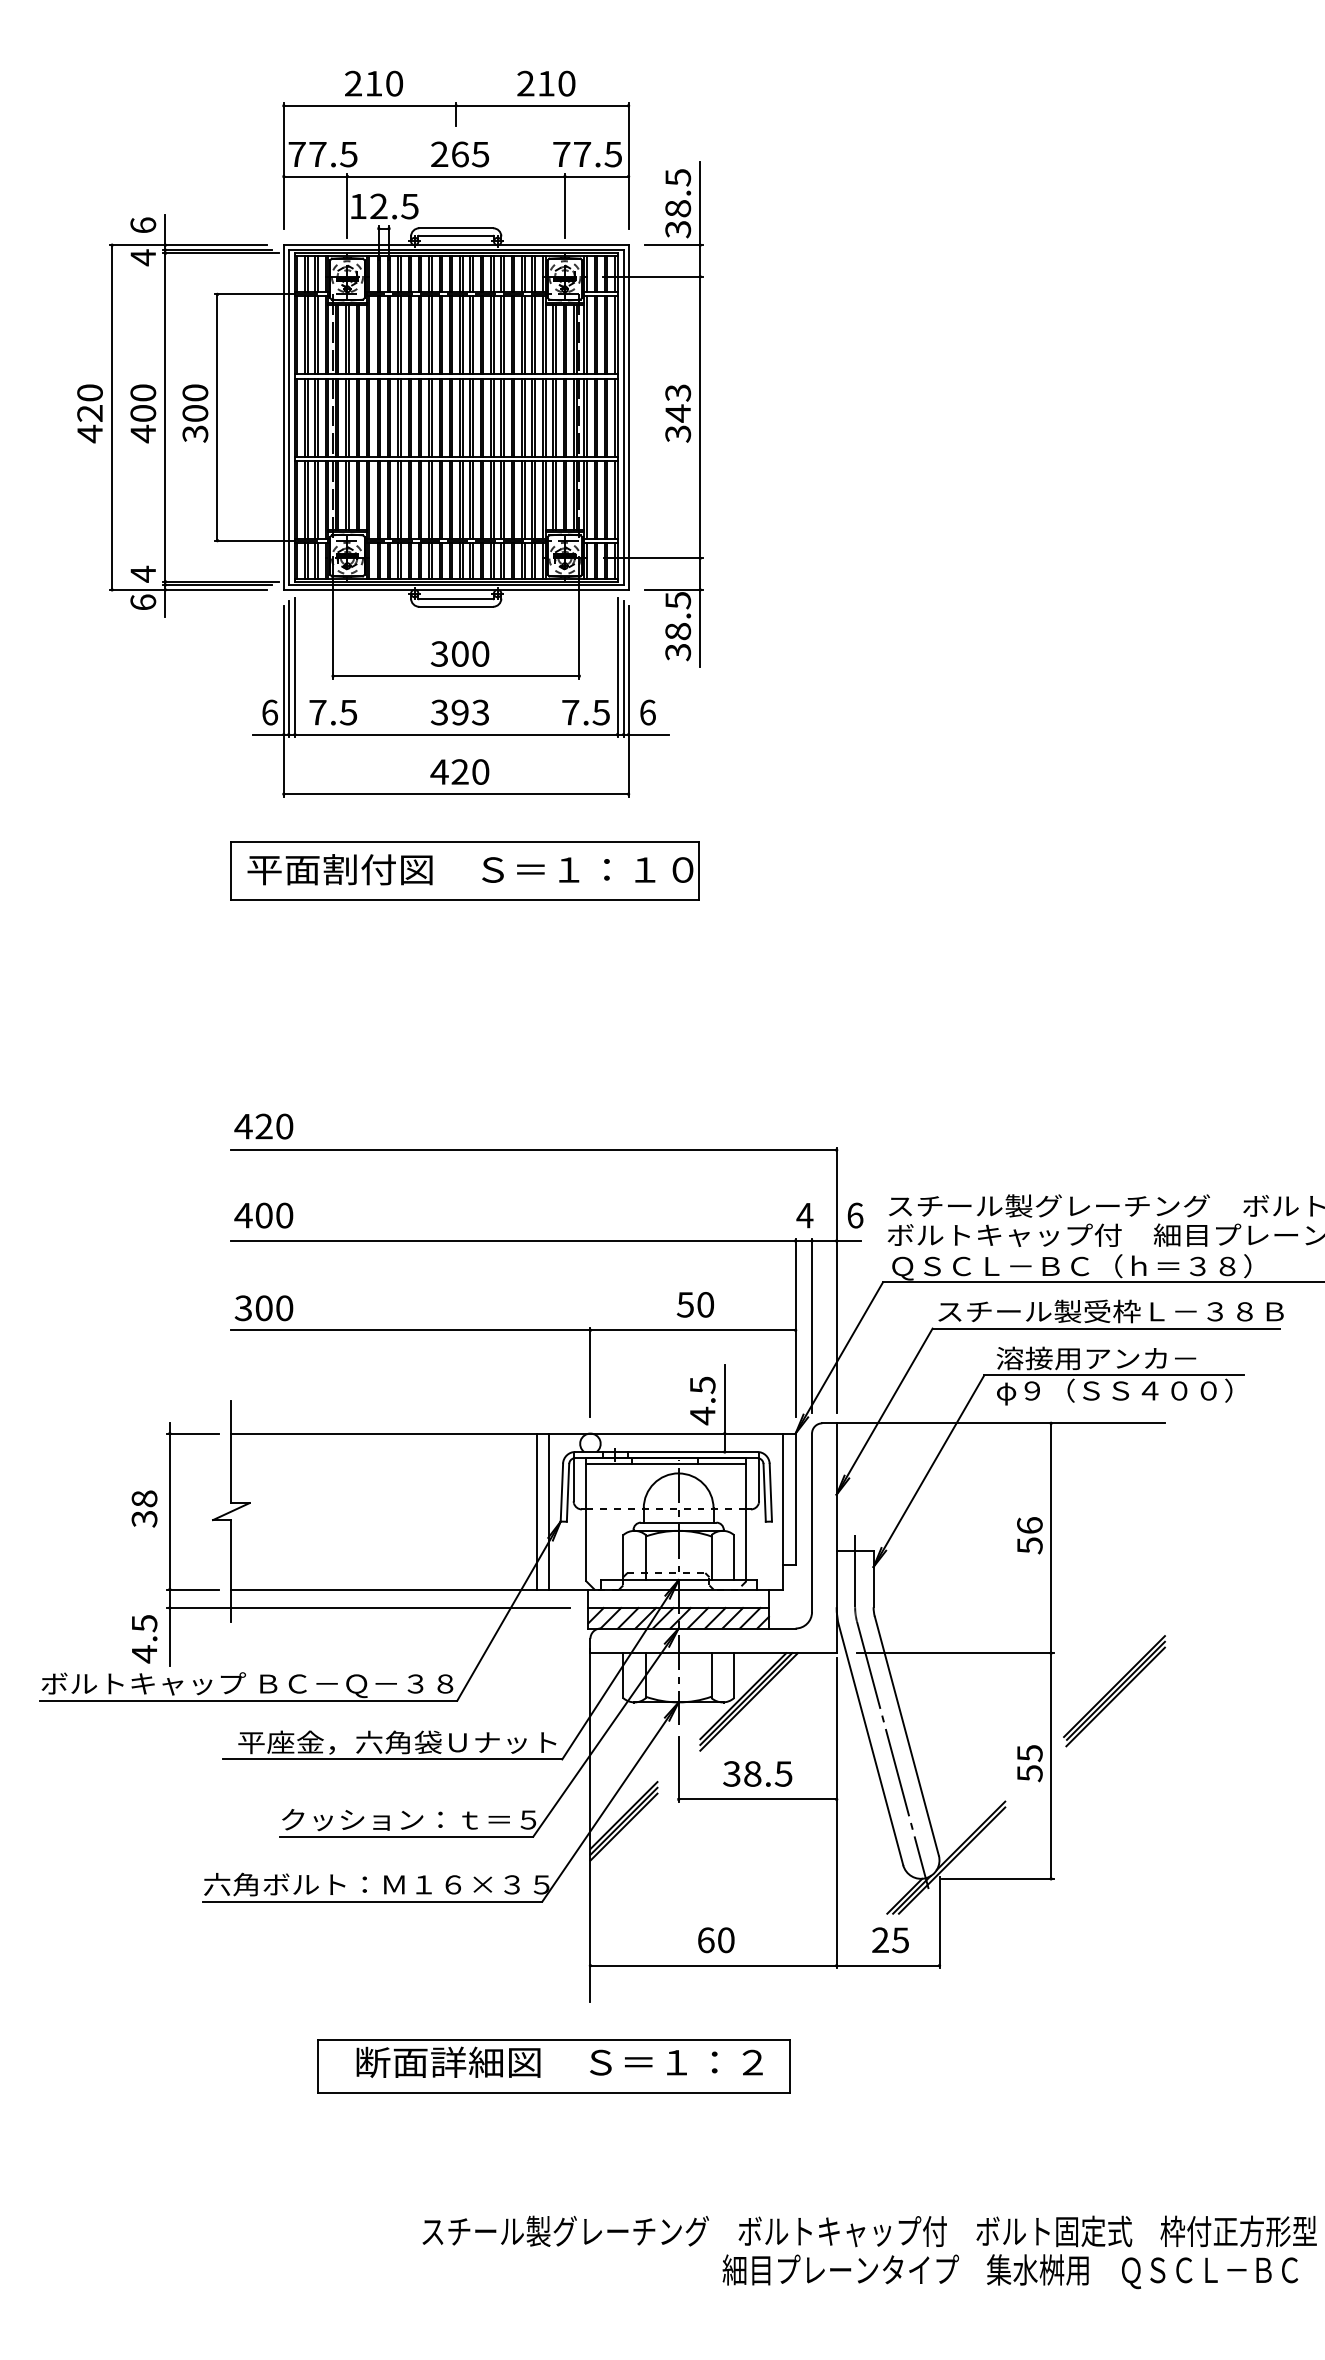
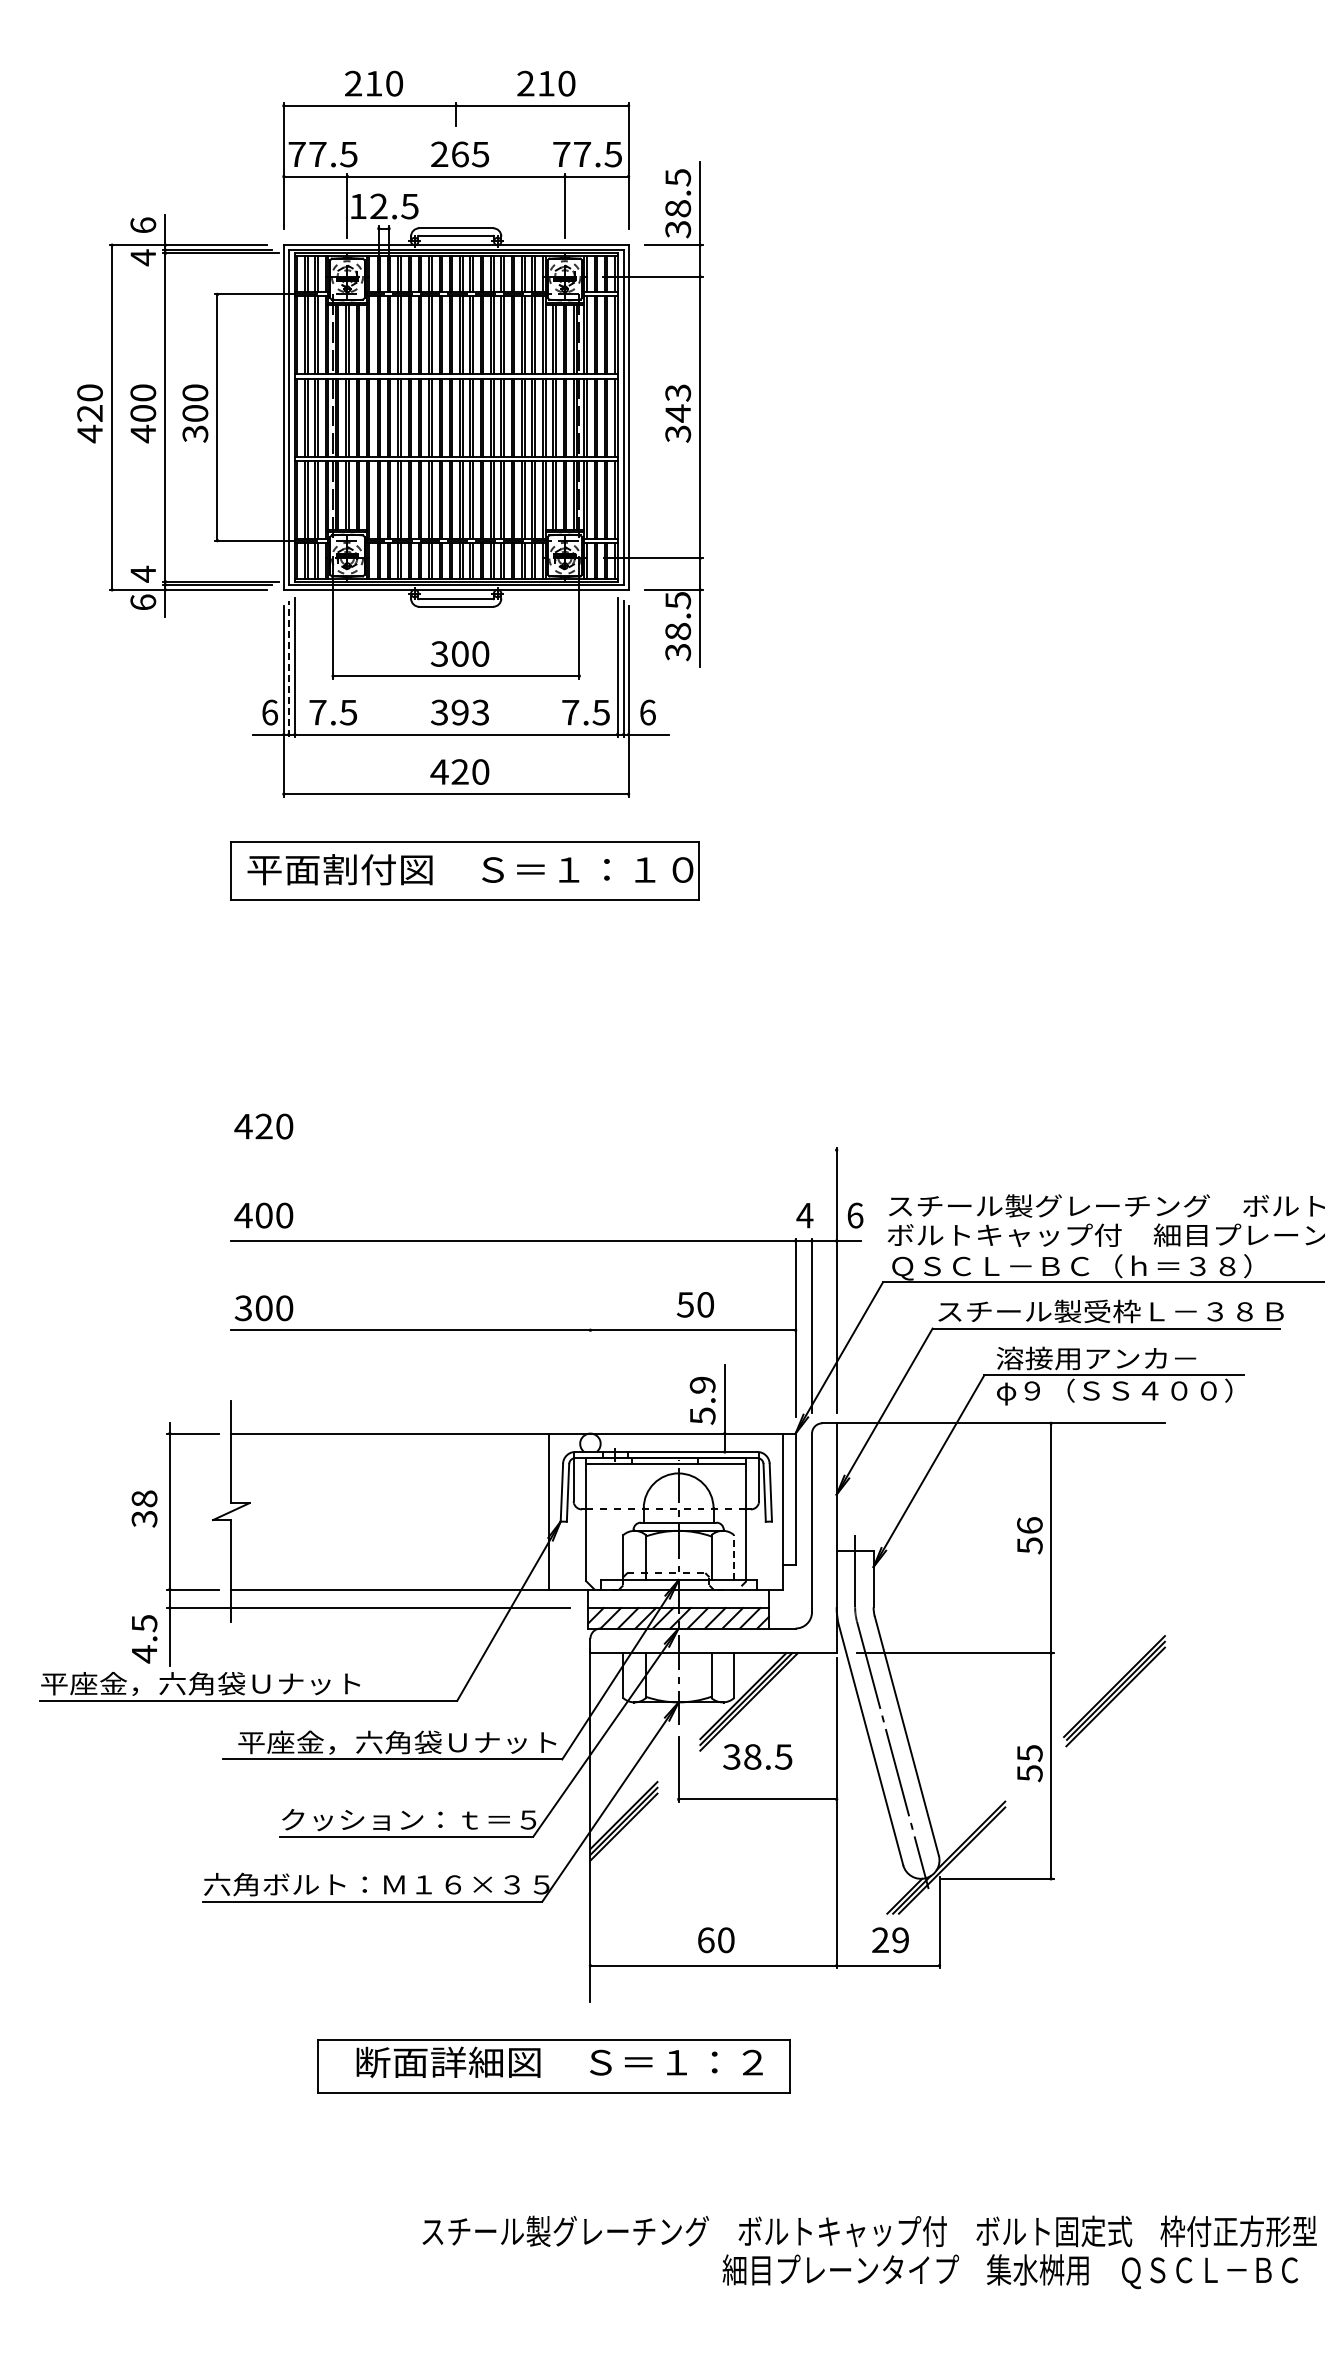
line at (288, 669): solid -> dashed
line at (533, 1150): present -> none
line at (590, 1371): present -> none
text at (702, 1400): 4.5 -> 5.9
line at (537, 1511): present -> none
line at (734, 1557): solid -> dashed
text at (247, 1685): ボルトキャップ ＢＣ－Ｑ－３８ -> 平座金，六角袋Ｕナット
text at (757, 1773) position: (757, 1773) -> (757, 1756)
text at (900, 1940): 25 -> 29
